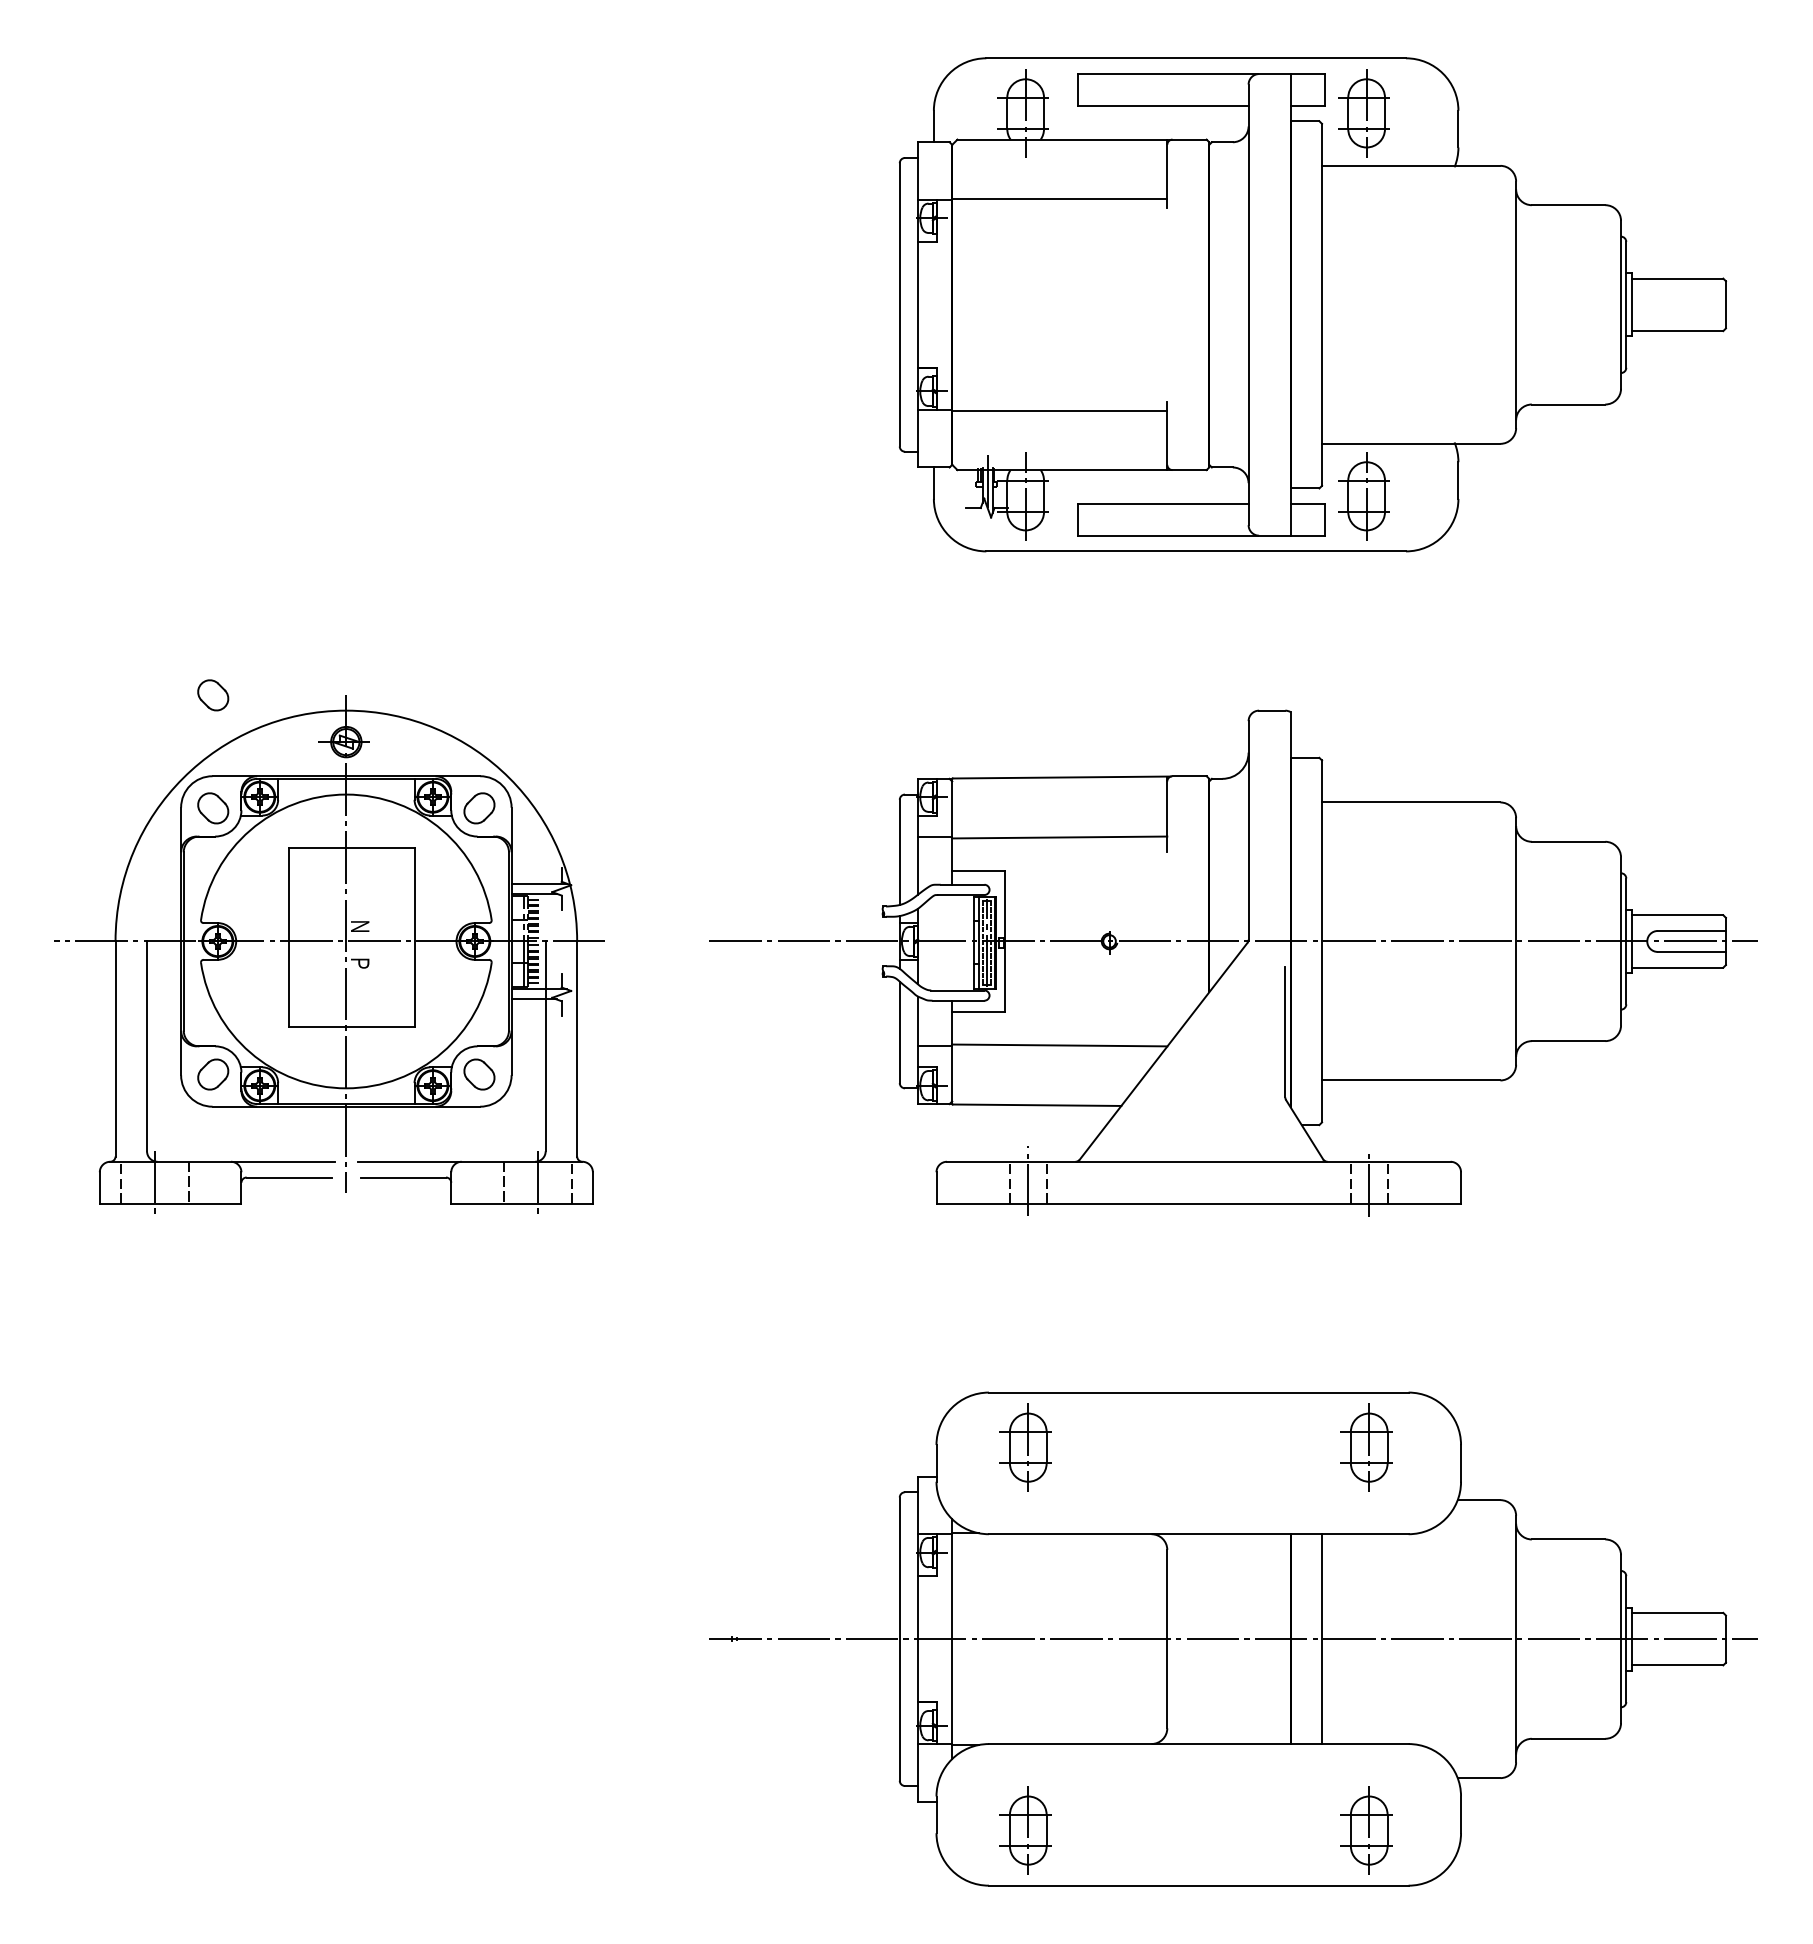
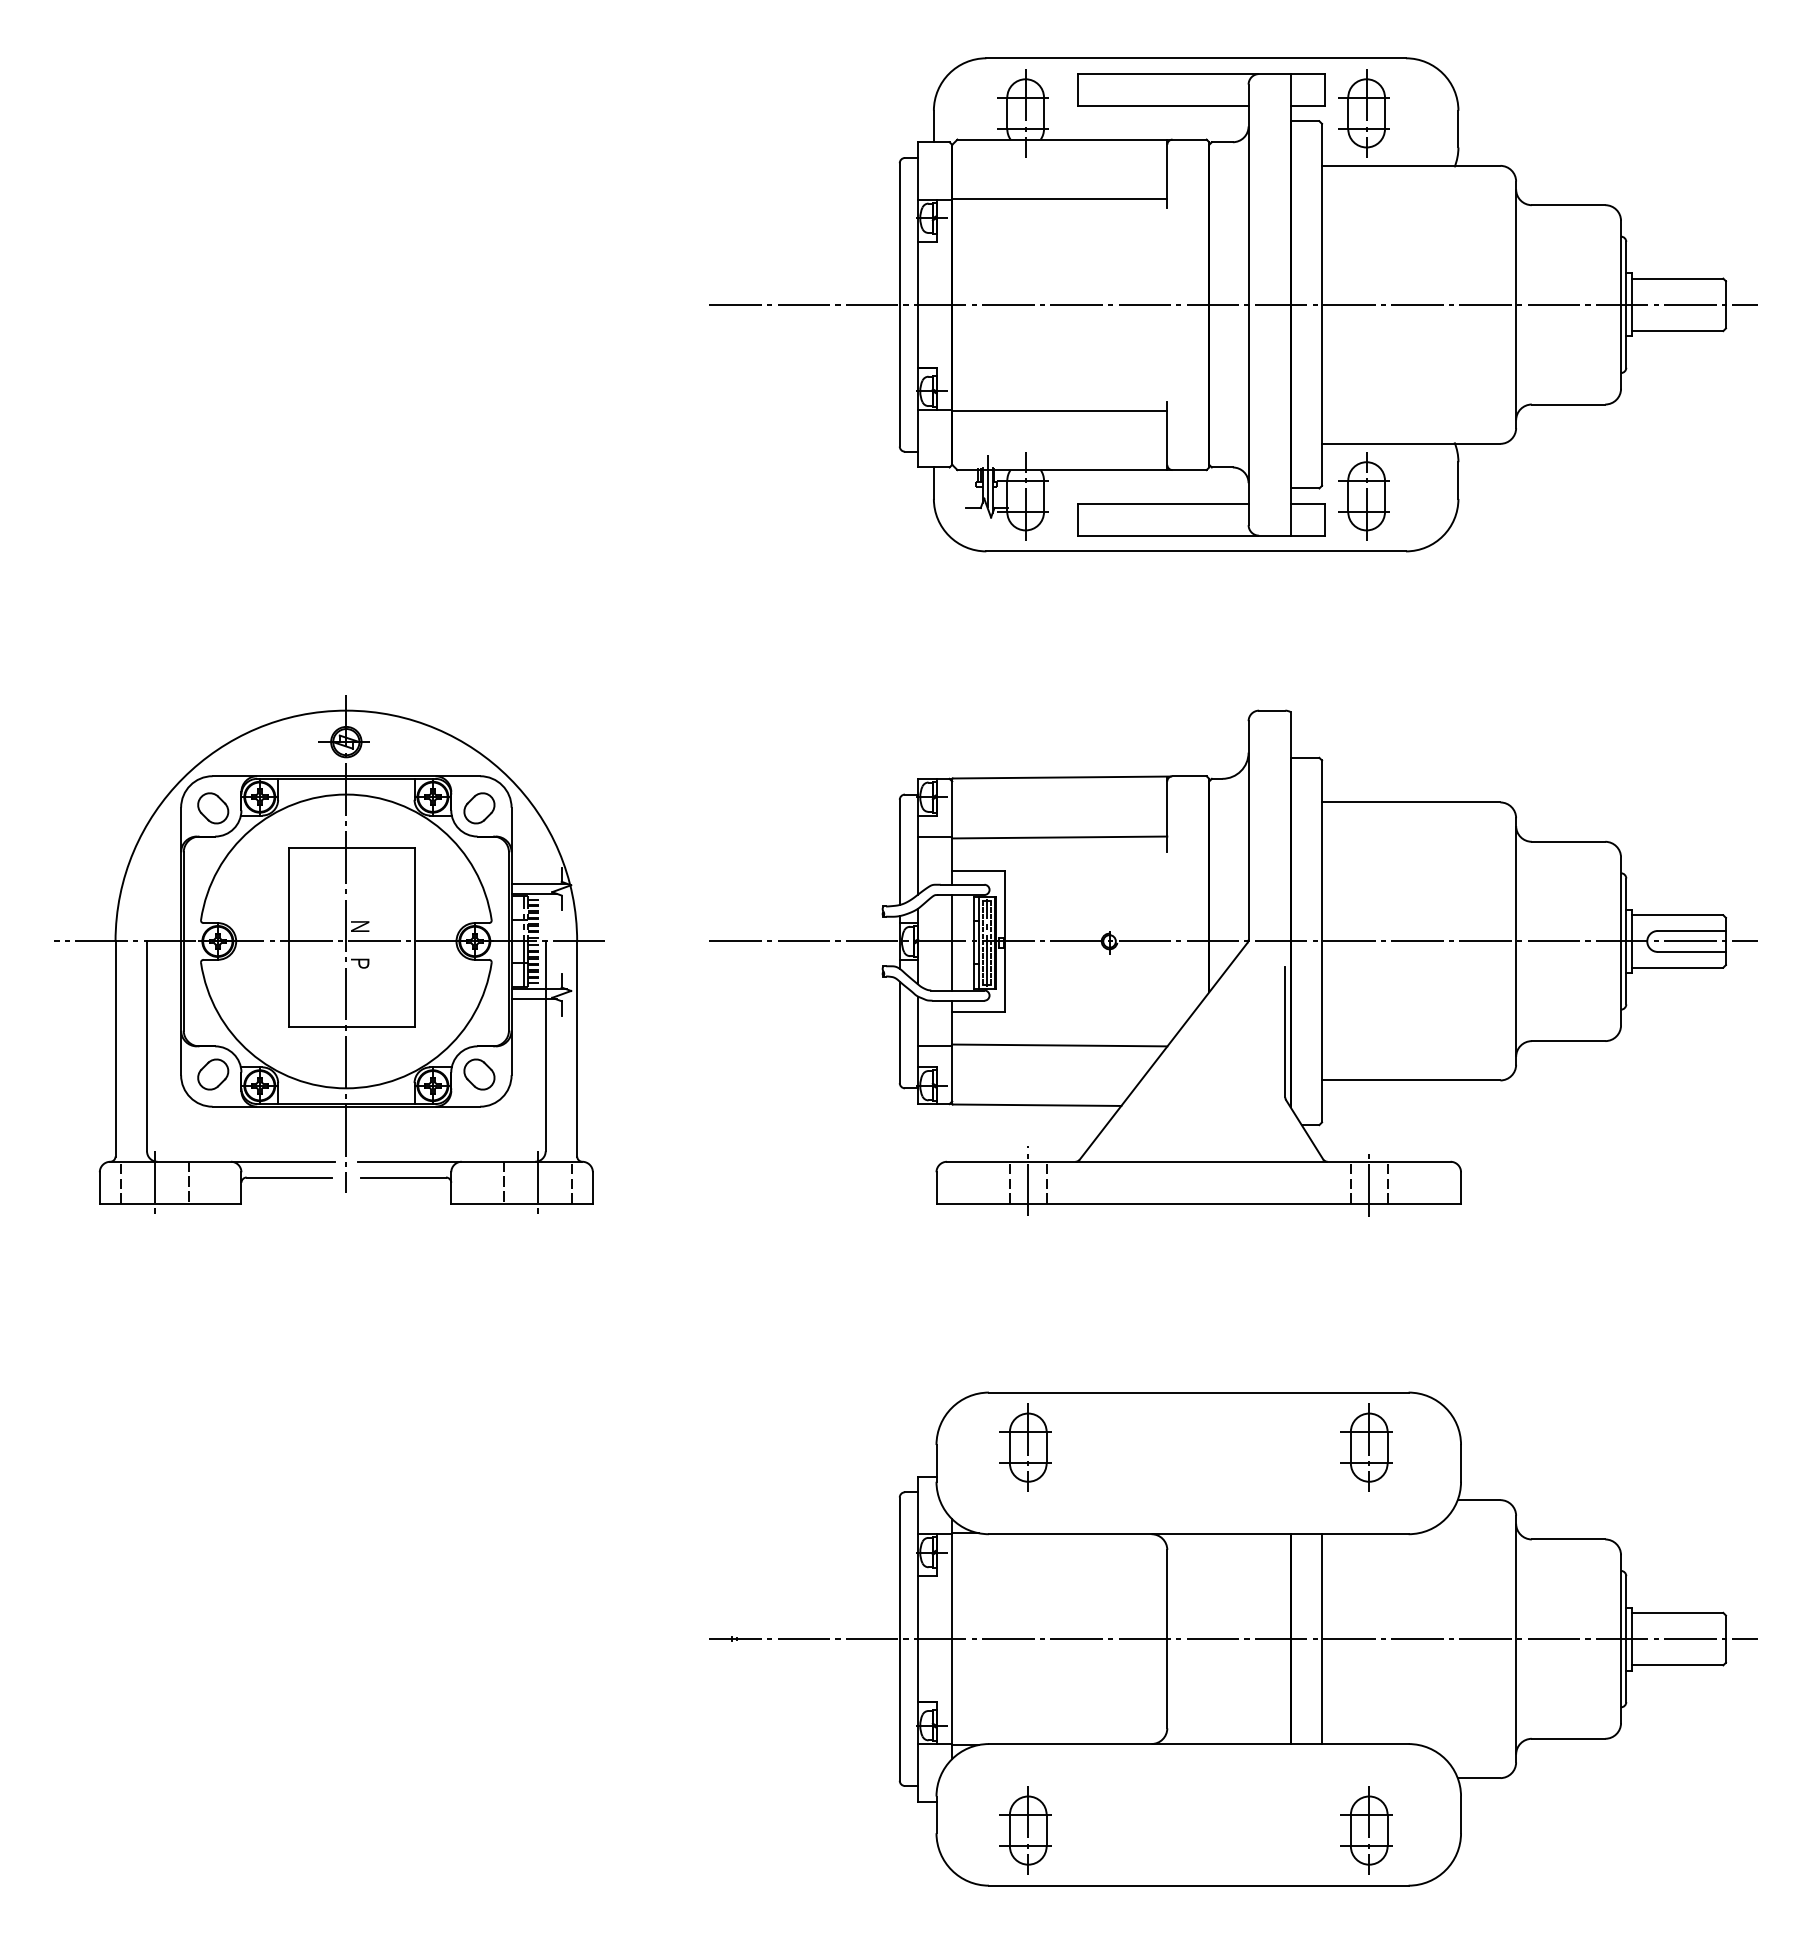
line at (1233, 304): none -> present
part at (213, 695): present -> none
line at (952, 942): none -> present
